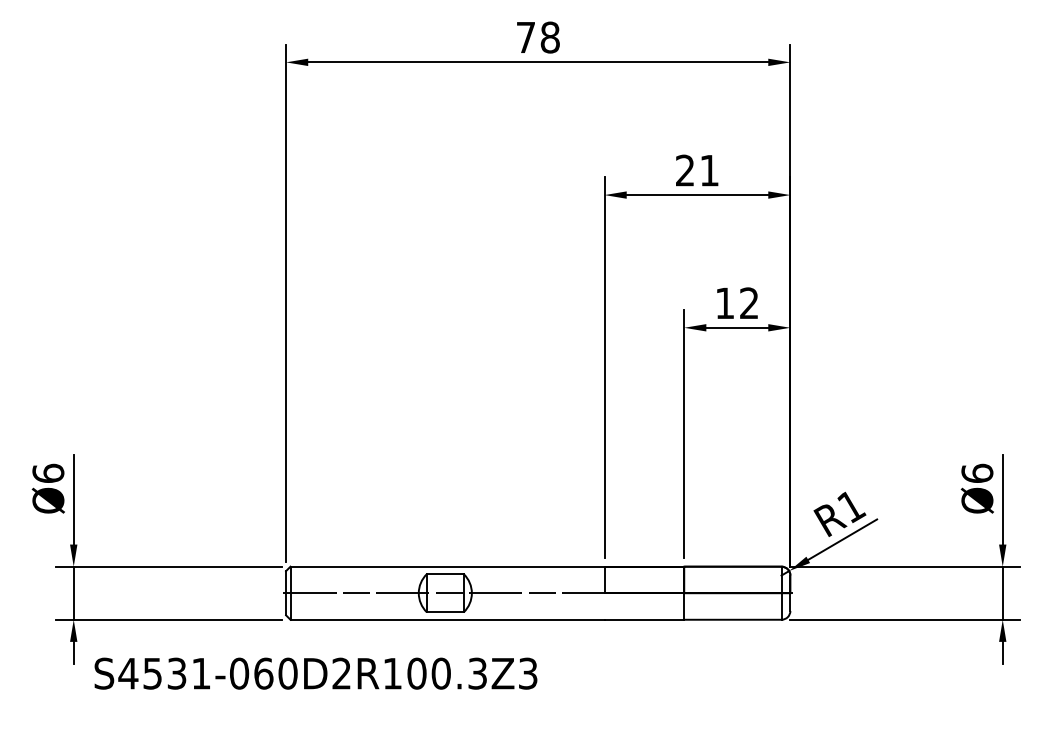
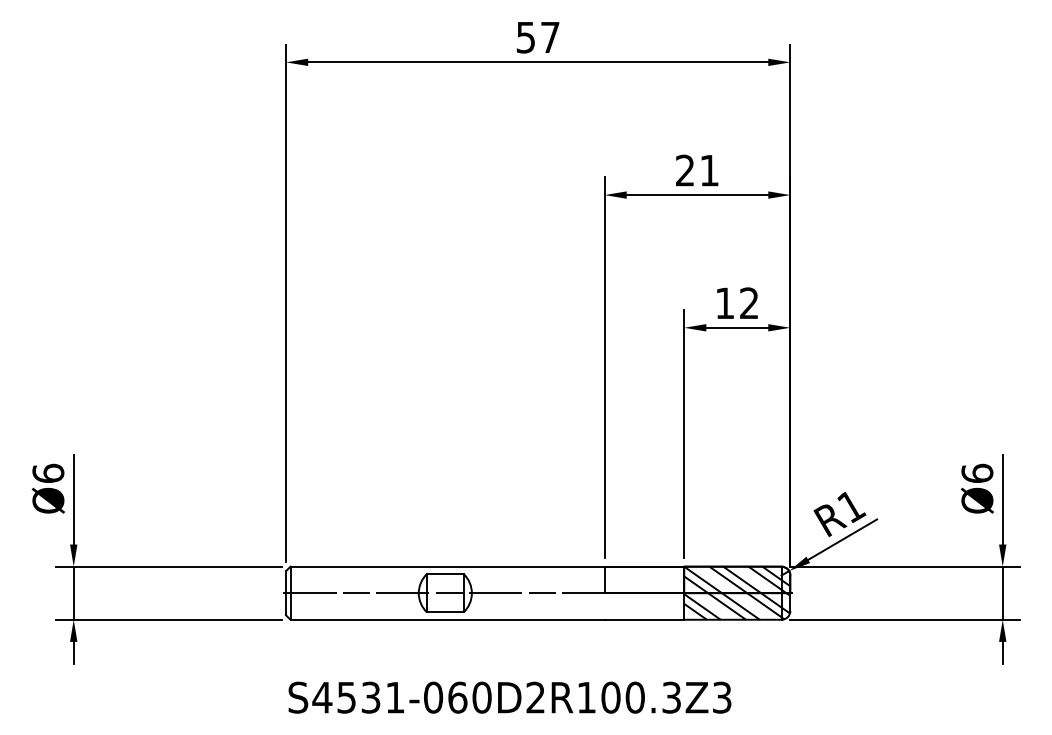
text at (537, 37): 78 -> 57
hatch at (737, 592): none -> present
text at (315, 673) position: (315, 673) -> (509, 697)
